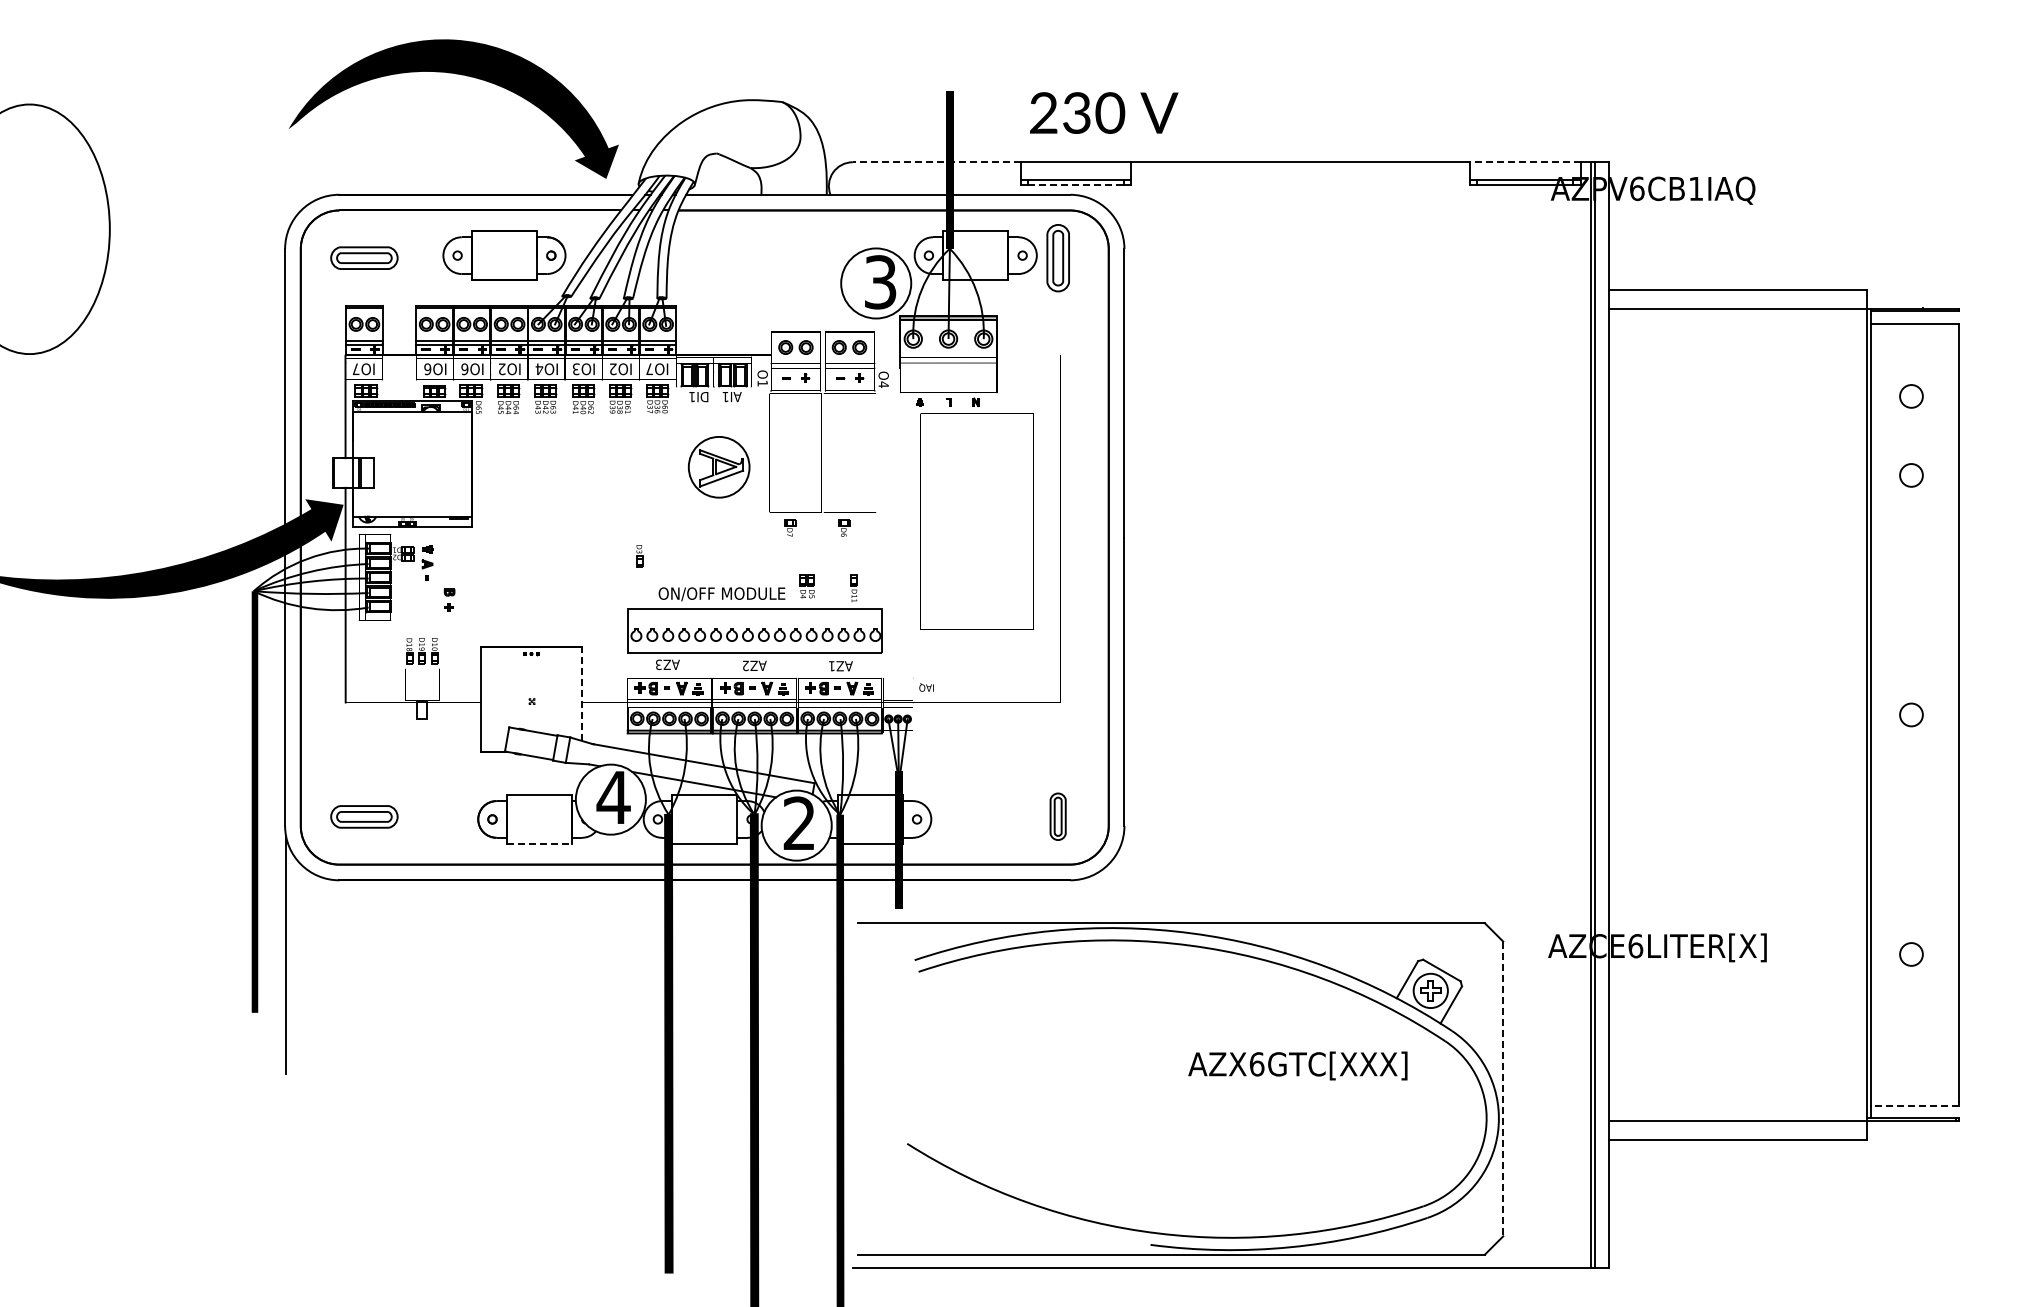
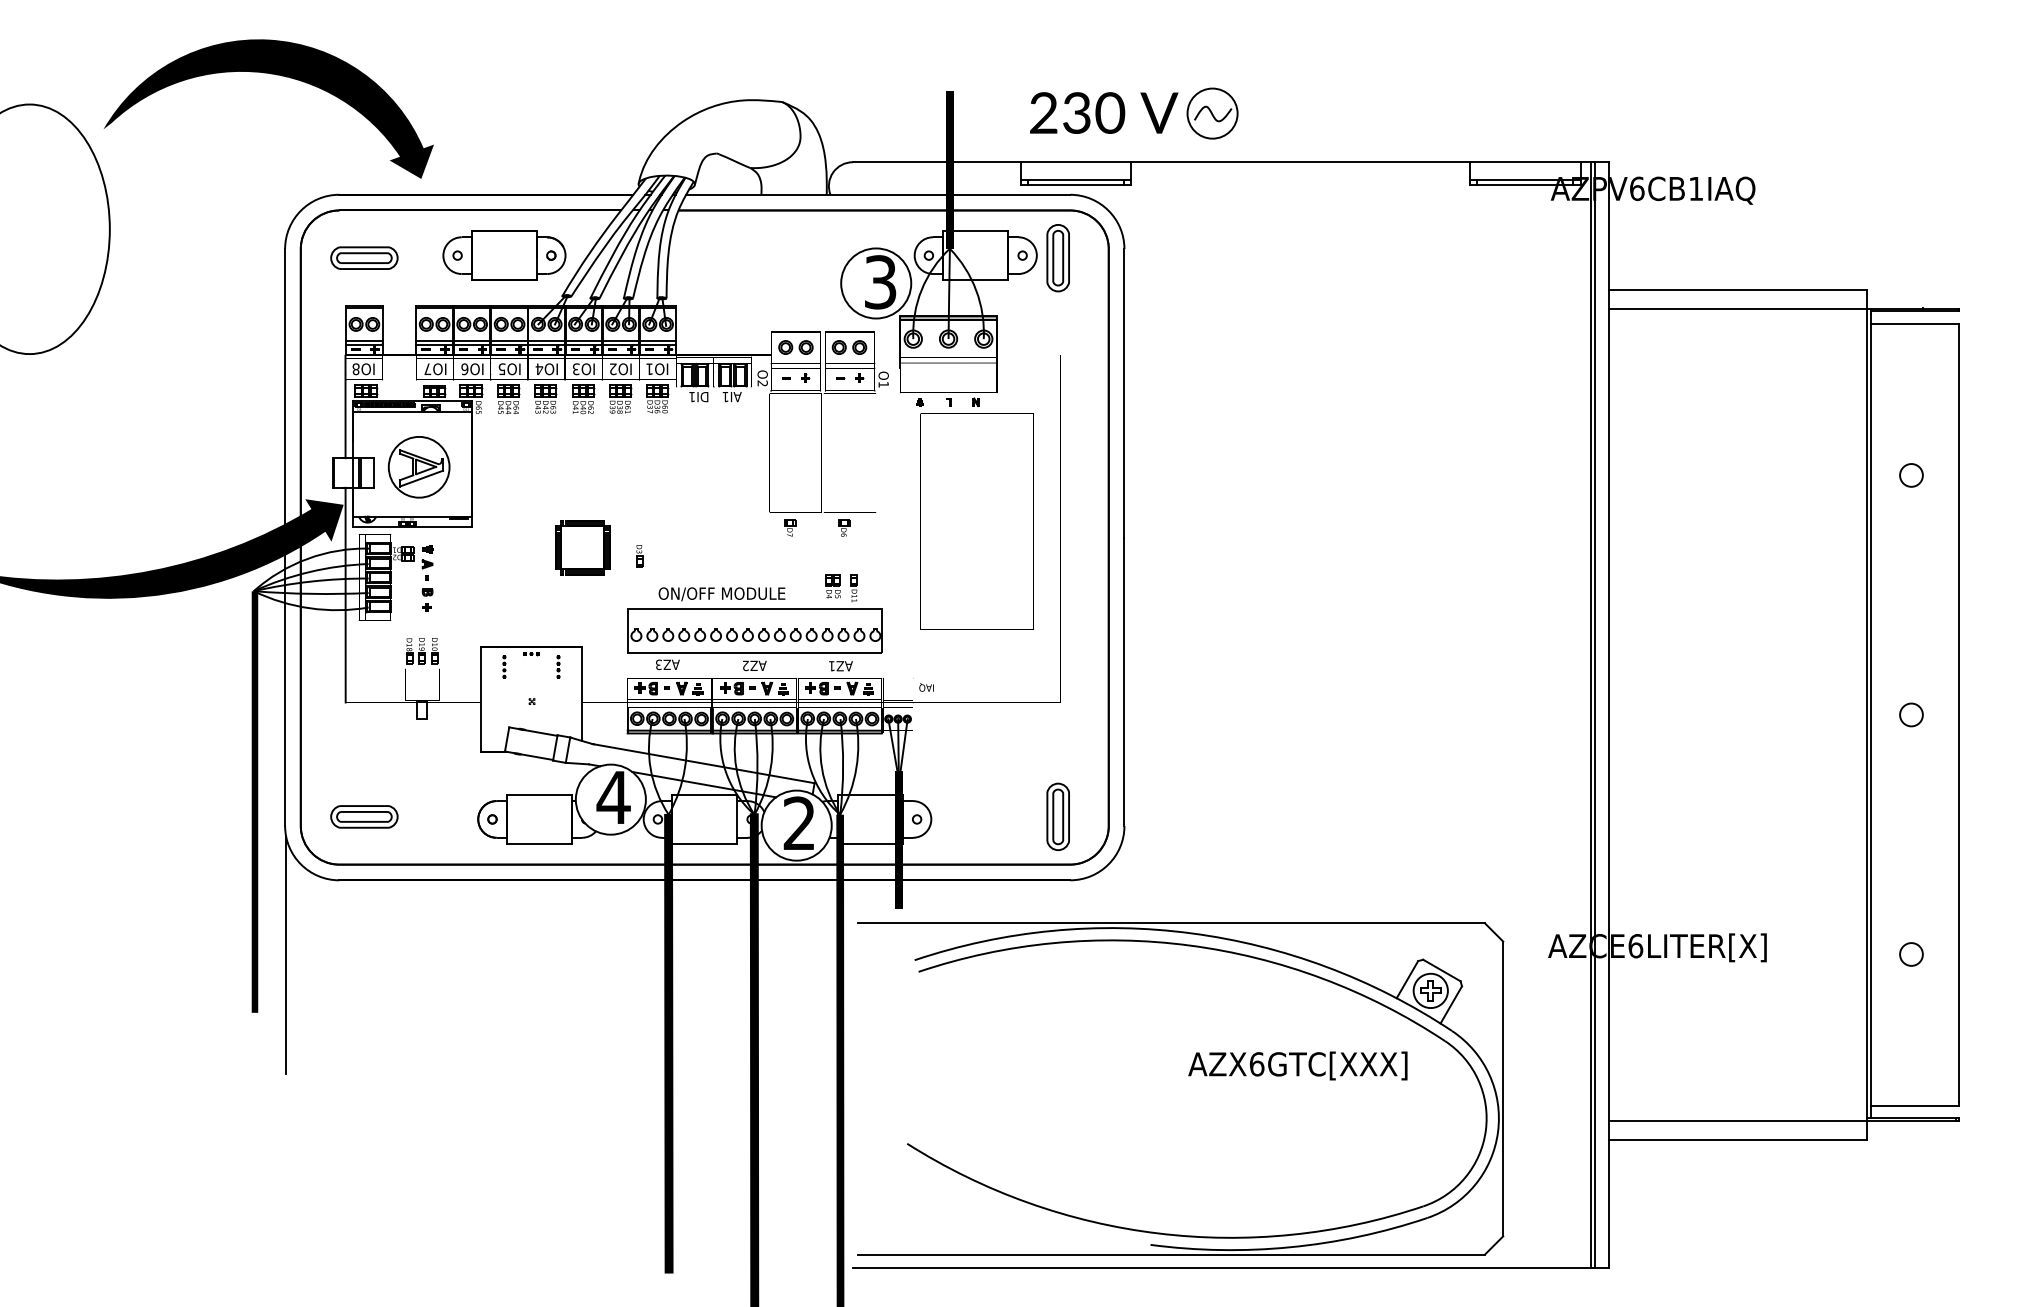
part at (461, 75) position: (461, 75) -> (276, 75)
part at (1212, 113): none -> present
line at (936, 162): dashed -> solid
line at (1524, 162): dashed -> solid
line at (1075, 185): dashed -> solid
text at (649, 368): IO7 -> IO1
text at (355, 369): IO7 -> IO8
text at (427, 369): IO6 -> IO7
text at (501, 369): IO2 -> IO5
text at (762, 383): O1 -> O2
text at (883, 384): O4 -> O1
circle at (1911, 396): present -> none
part at (718, 467) position: (718, 467) -> (418, 467)
part at (582, 547): none -> present
part at (806, 586) position: (806, 586) -> (832, 586)
part at (449, 599) position: (449, 599) -> (427, 599)
line at (504, 665): none -> present
line at (558, 665): none -> present
line at (582, 693): dashed -> solid
part at (1057, 816) size: 18x49 px -> 24x69 px
line at (539, 843): dashed -> solid
line at (1503, 1089): dashed -> solid
line at (1914, 1106): dashed -> solid
